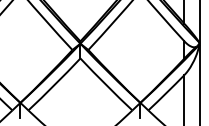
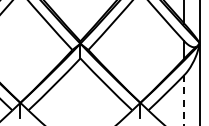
line at (184, 100): solid -> dashed
